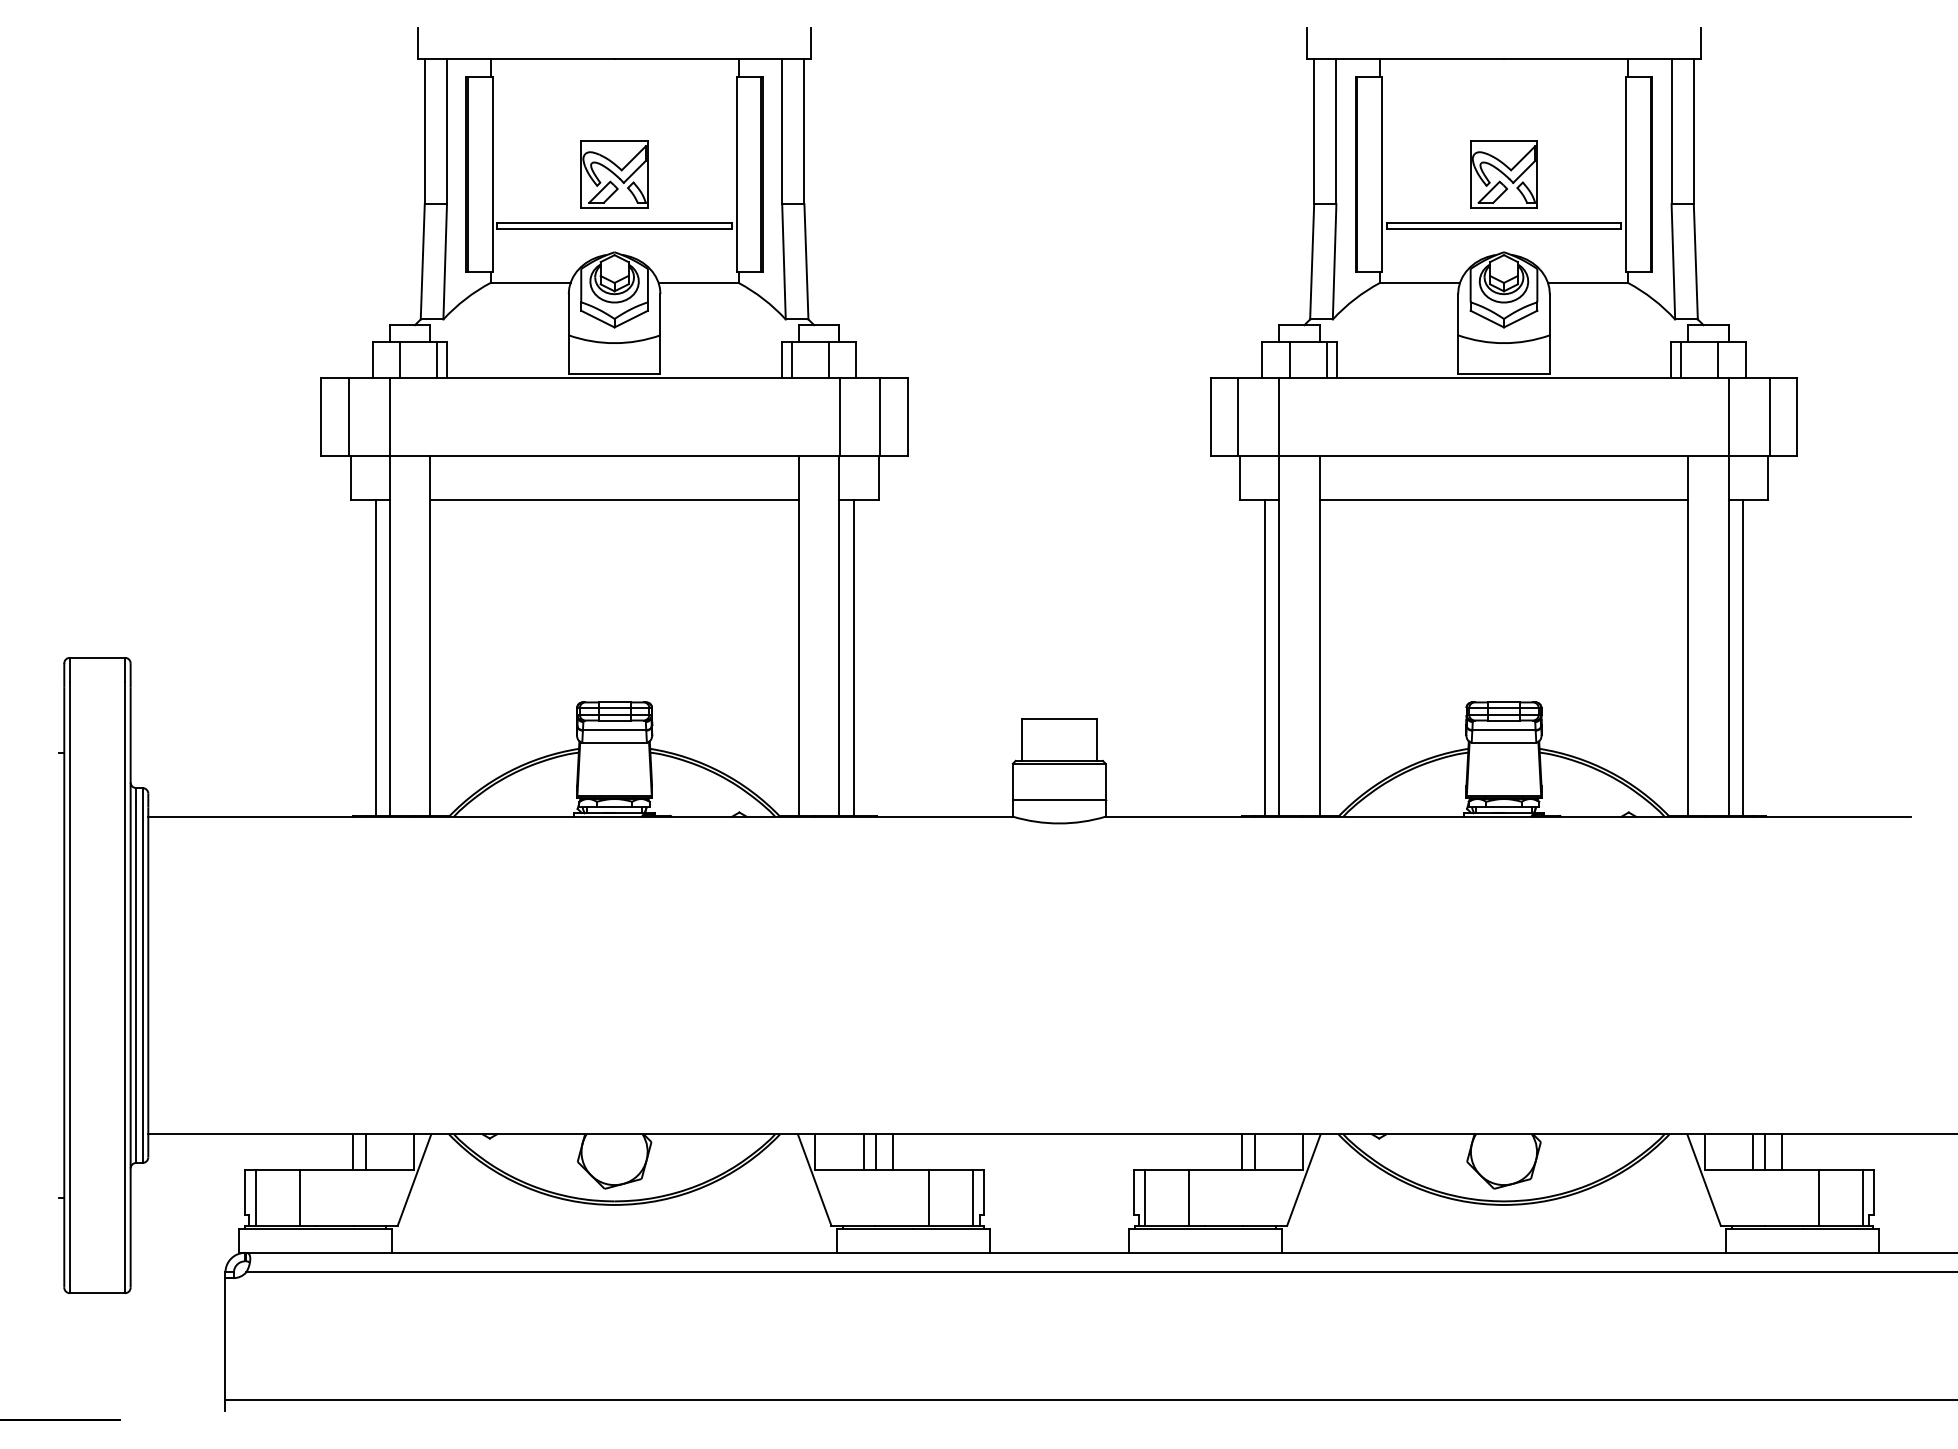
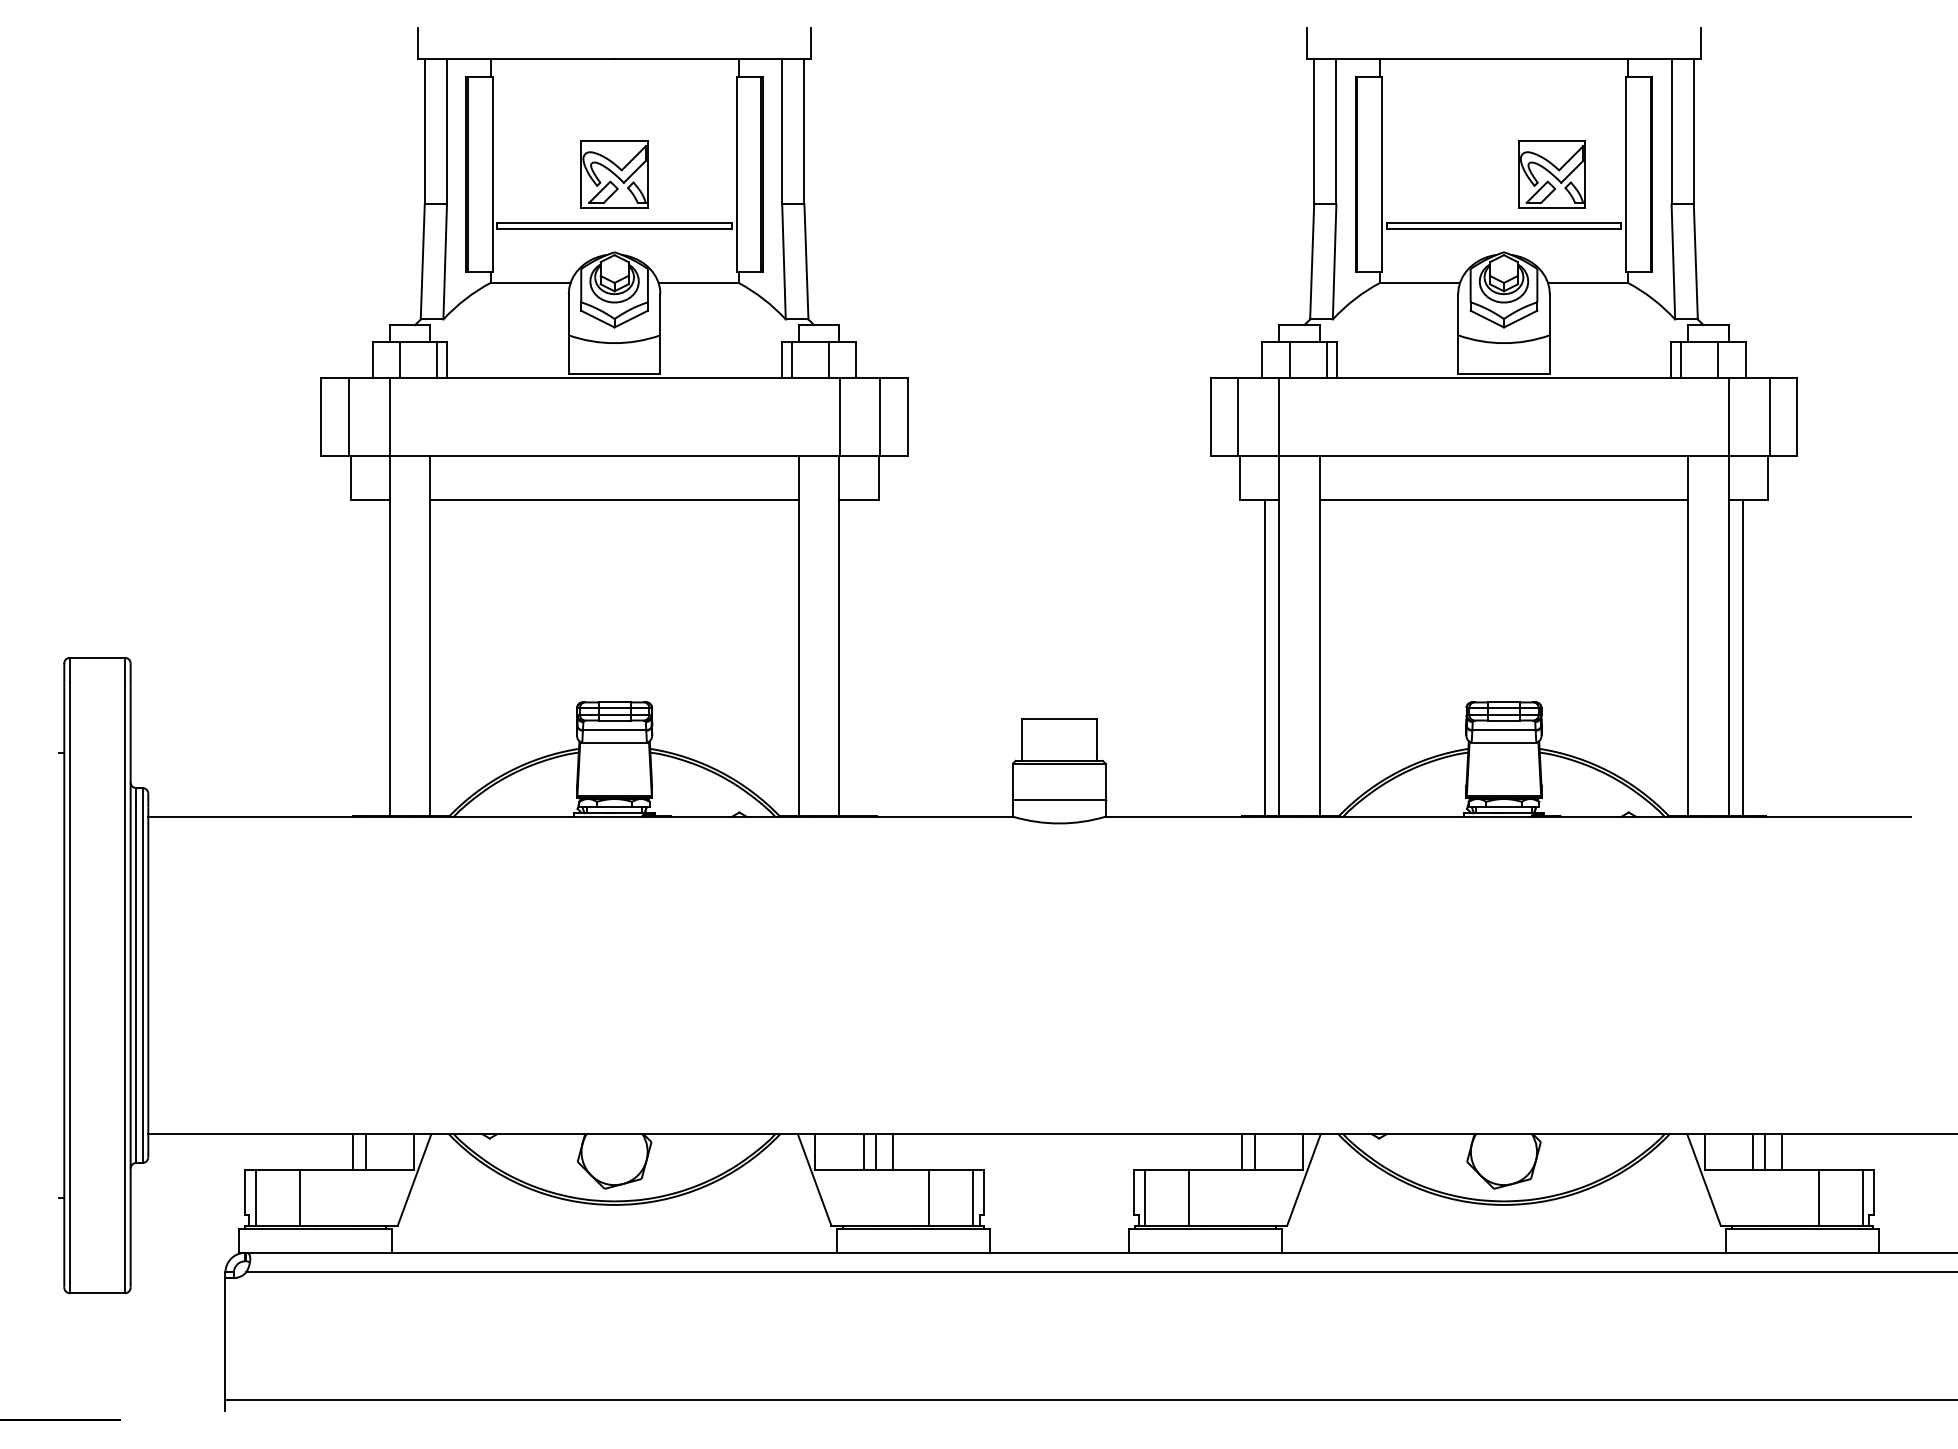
part at (1503, 174) position: (1503, 174) -> (1551, 174)
line at (375, 657): present -> none
line at (853, 657): present -> none
